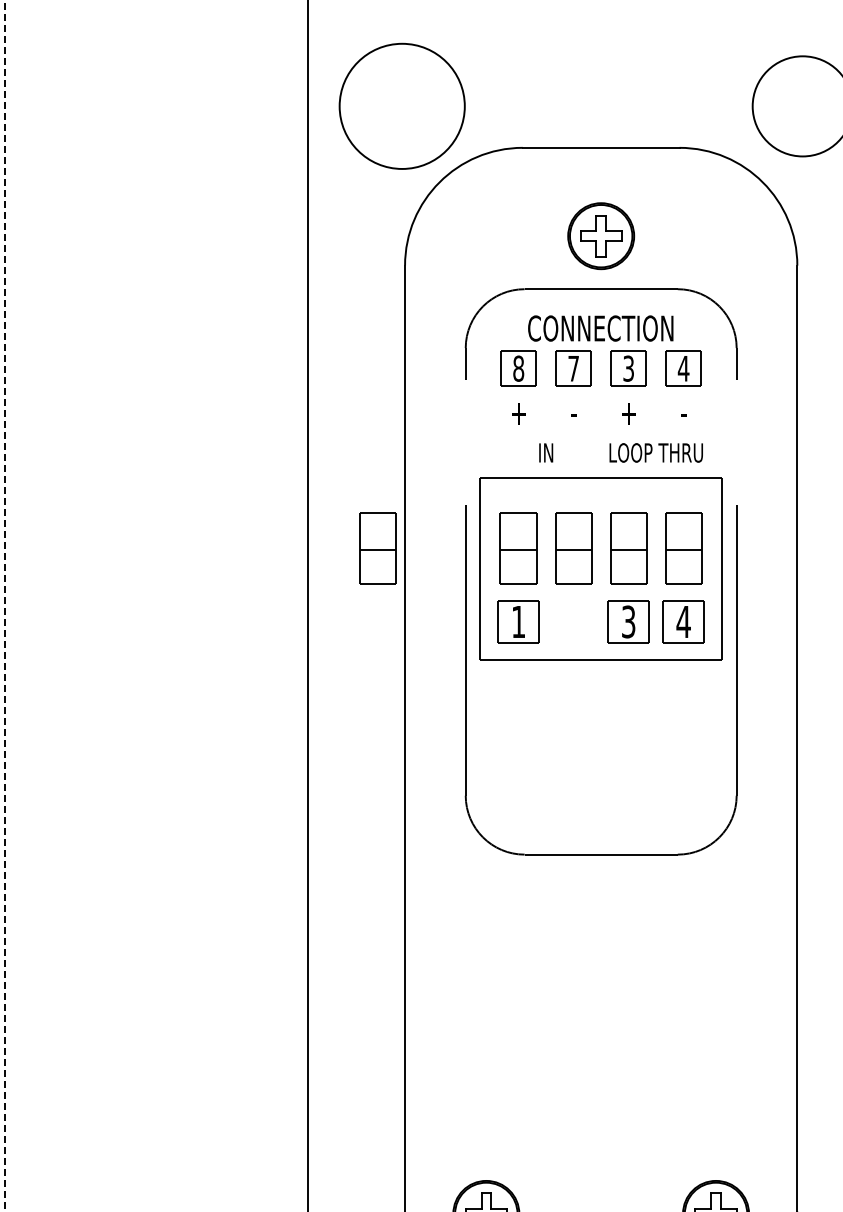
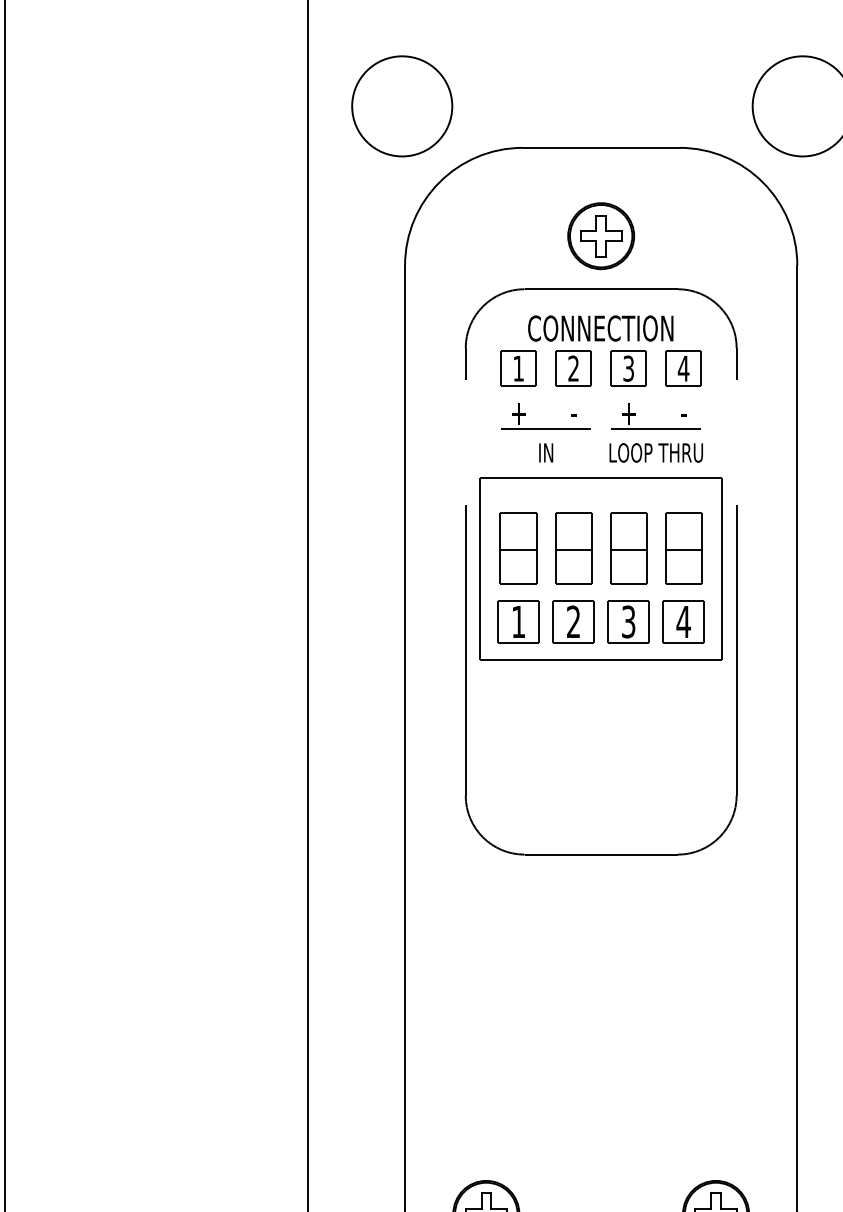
circle at (401, 105) diameter: 125 px -> 100 px
text at (518, 368): 8 -> 1
text at (573, 368): 7 -> 2
line at (546, 429): none -> present
line at (656, 429): none -> present
part at (377, 548): present -> none
line at (5, 604): dashed -> solid
part at (573, 621): none -> present
